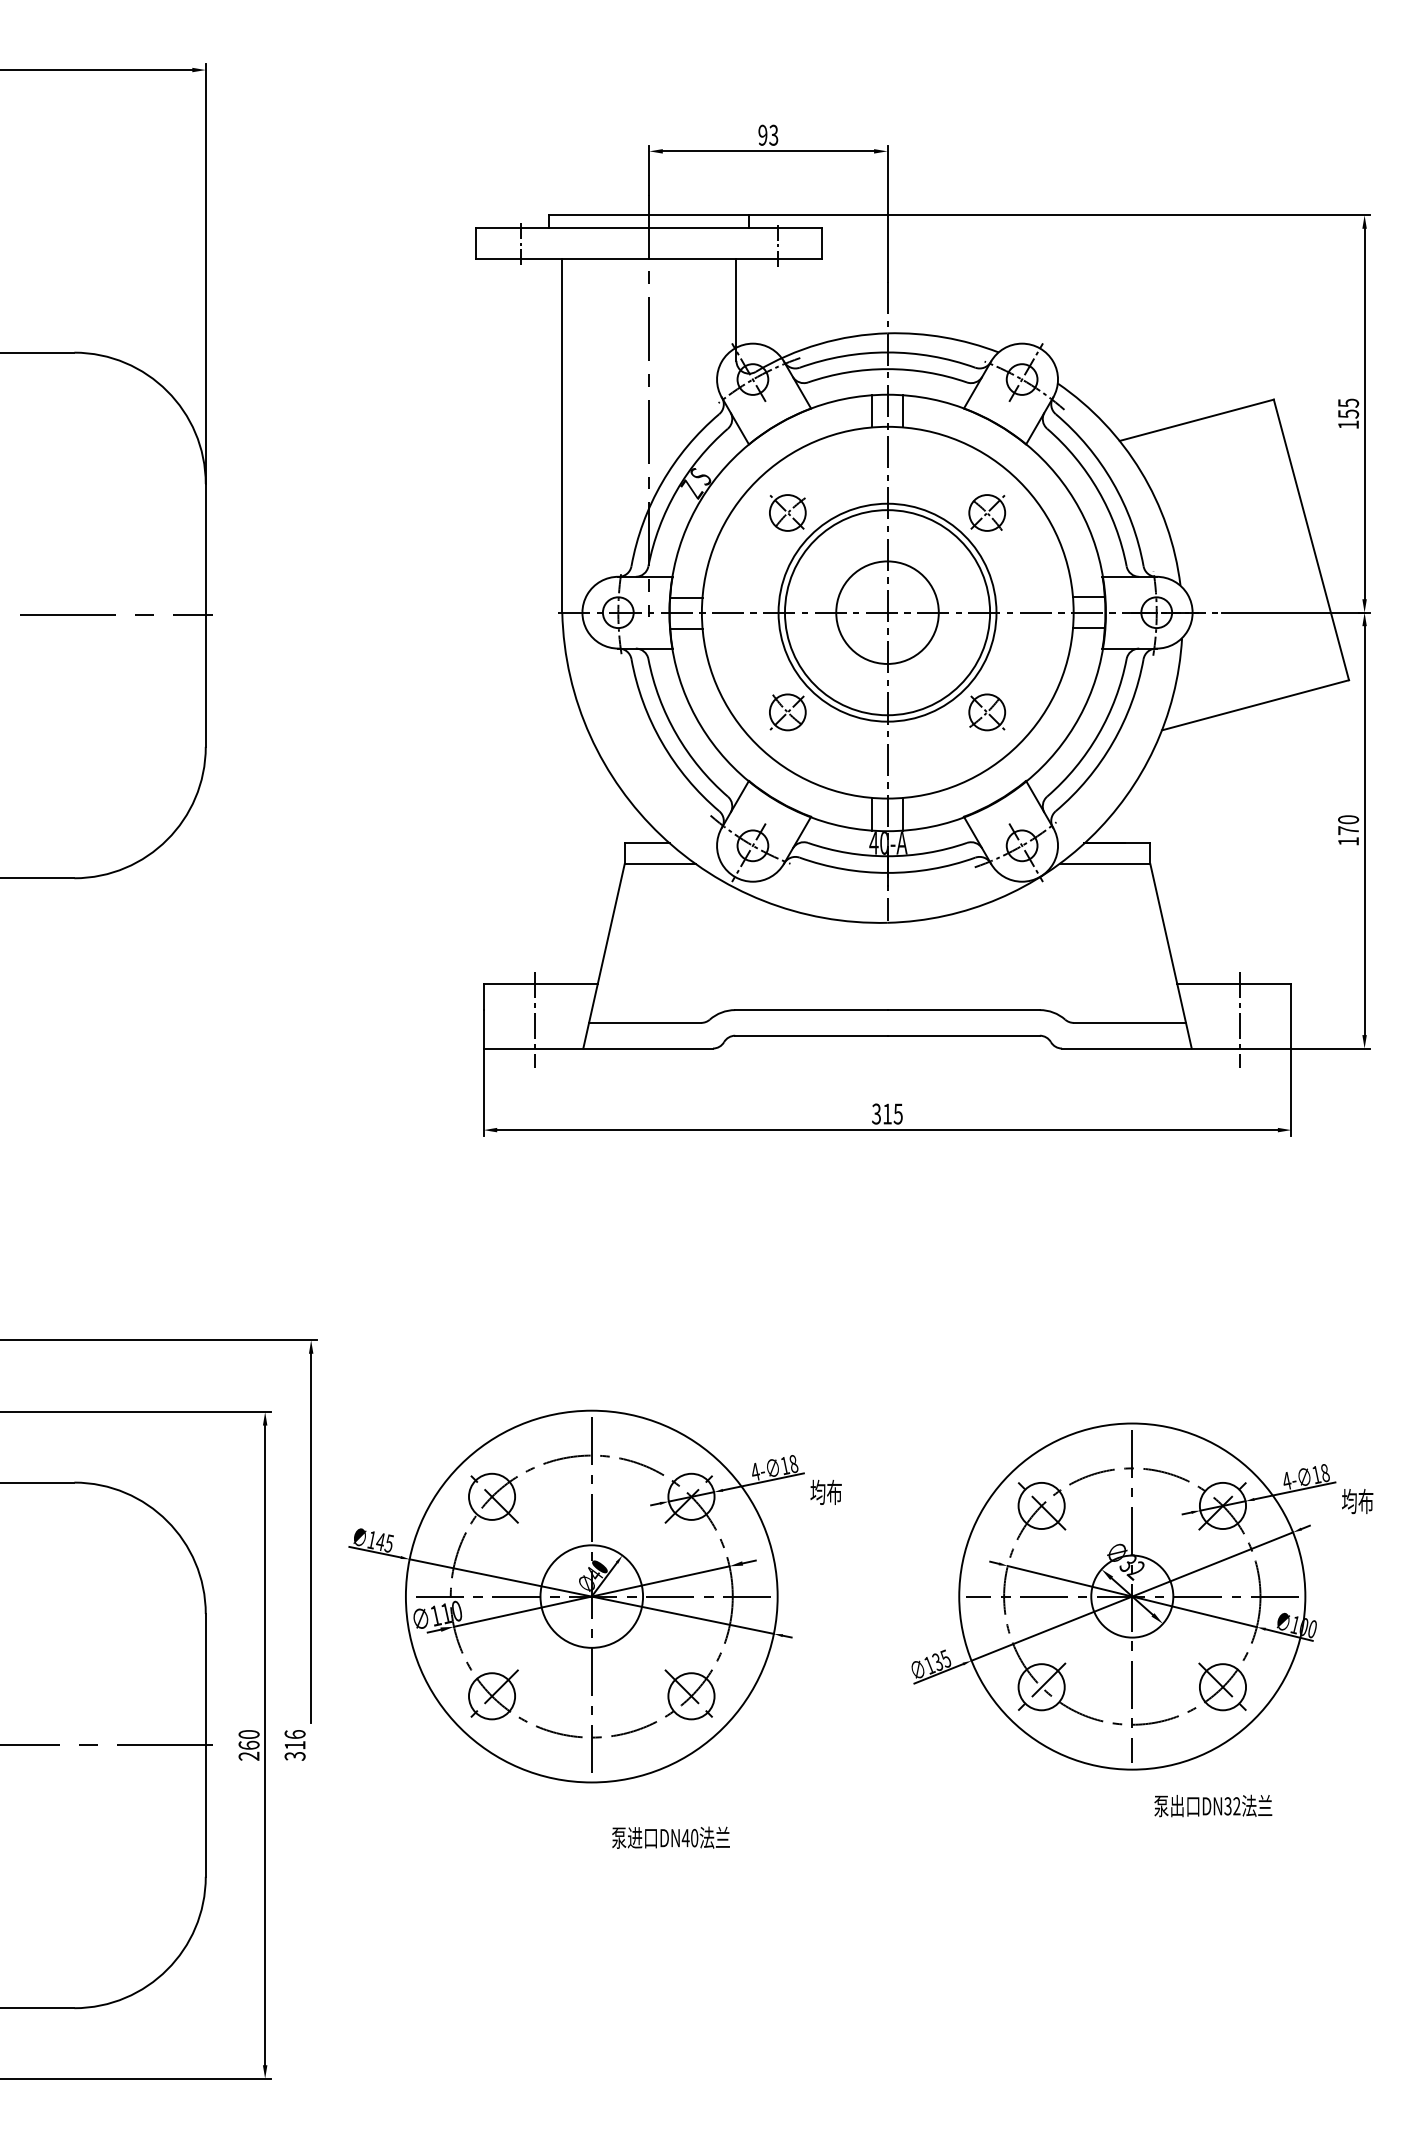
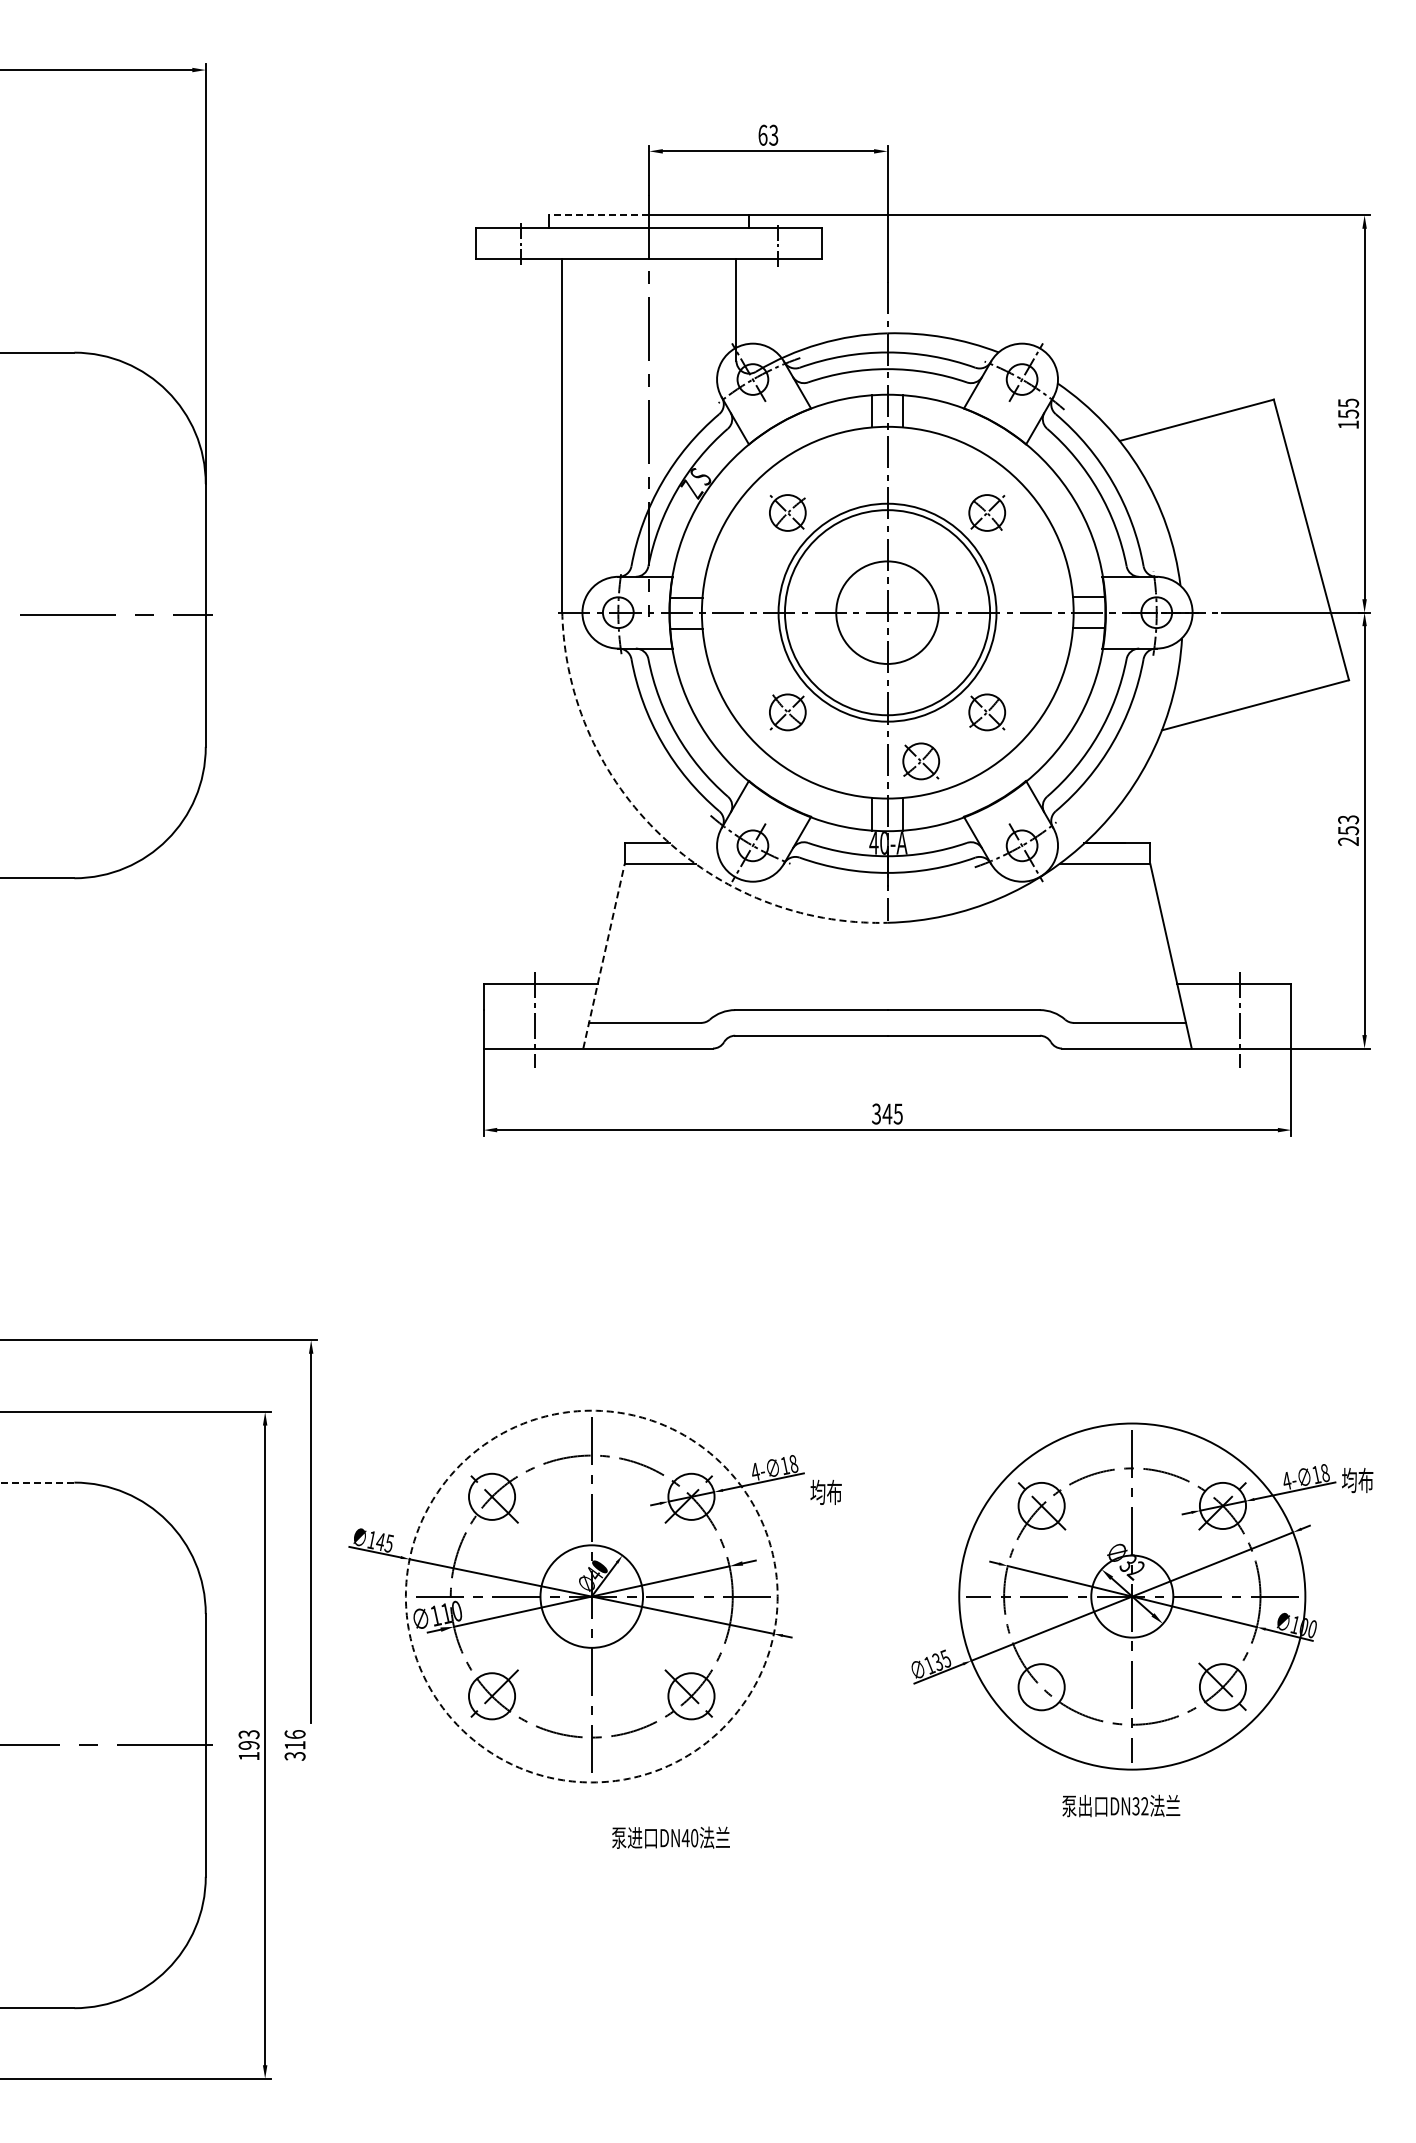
text at (762, 134): 93 -> 63
line at (599, 215): solid -> dashed
part at (921, 761): none -> present
text at (1348, 830): 170 -> 253
arc at (660, 835): solid -> dashed
line at (604, 956): solid -> dashed
text at (887, 1113): 315 -> 345
line at (37, 1482): solid -> dashed
text at (1357, 1501) position: (1357, 1501) -> (1357, 1480)
circle at (591, 1596): solid -> dashed
line at (1041, 1686): present -> none
text at (248, 1745): 260 -> 193
text at (1213, 1805) position: (1213, 1805) -> (1121, 1805)
